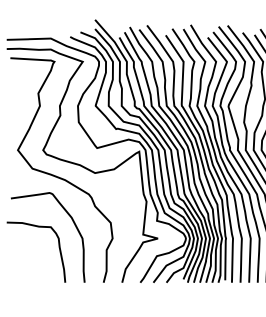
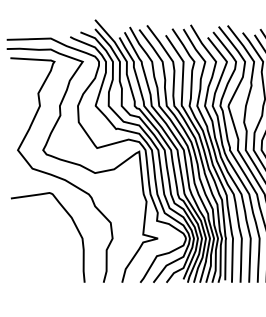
curve at (58, 247): present -> none
